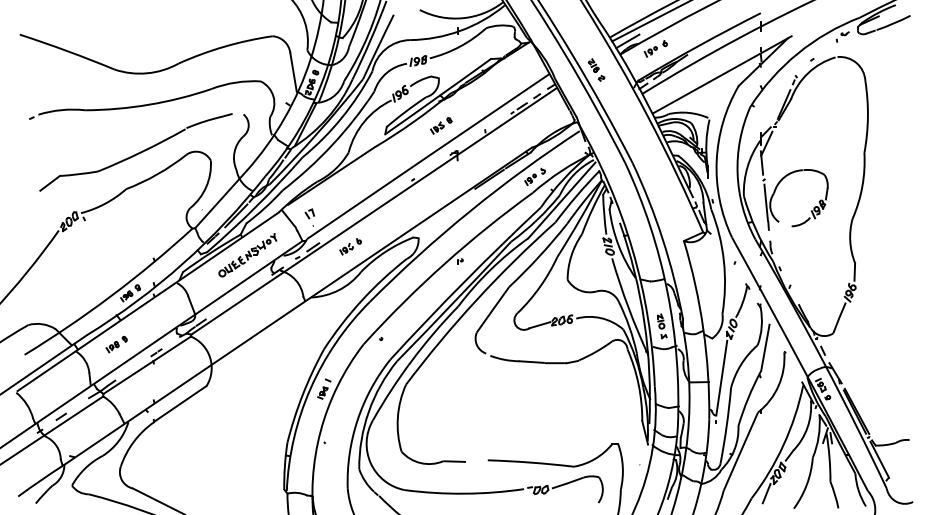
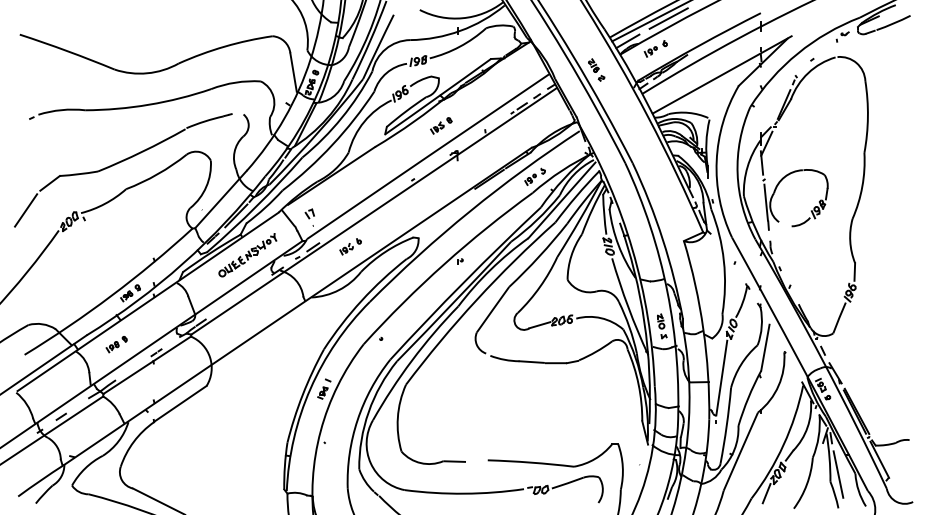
line at (668, 18): none -> present
line at (26, 210): none -> present
line at (838, 474): none -> present
